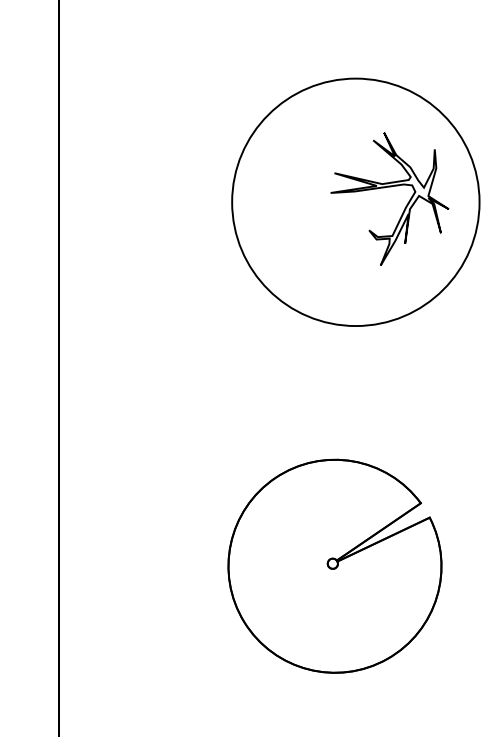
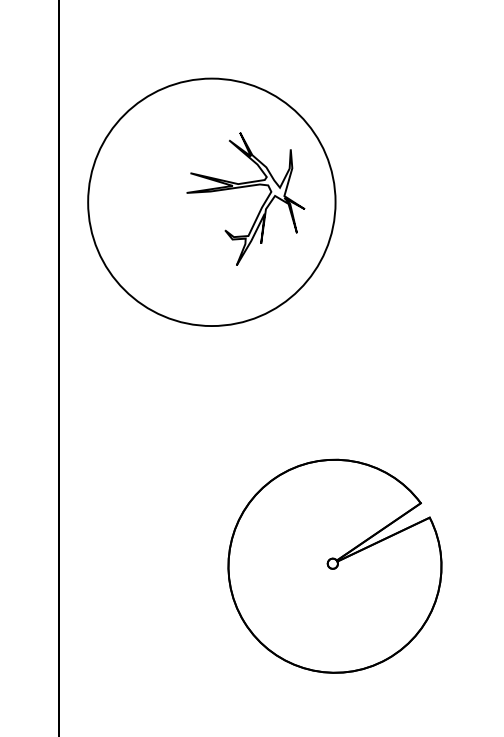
part at (355, 201) position: (355, 201) -> (211, 201)
